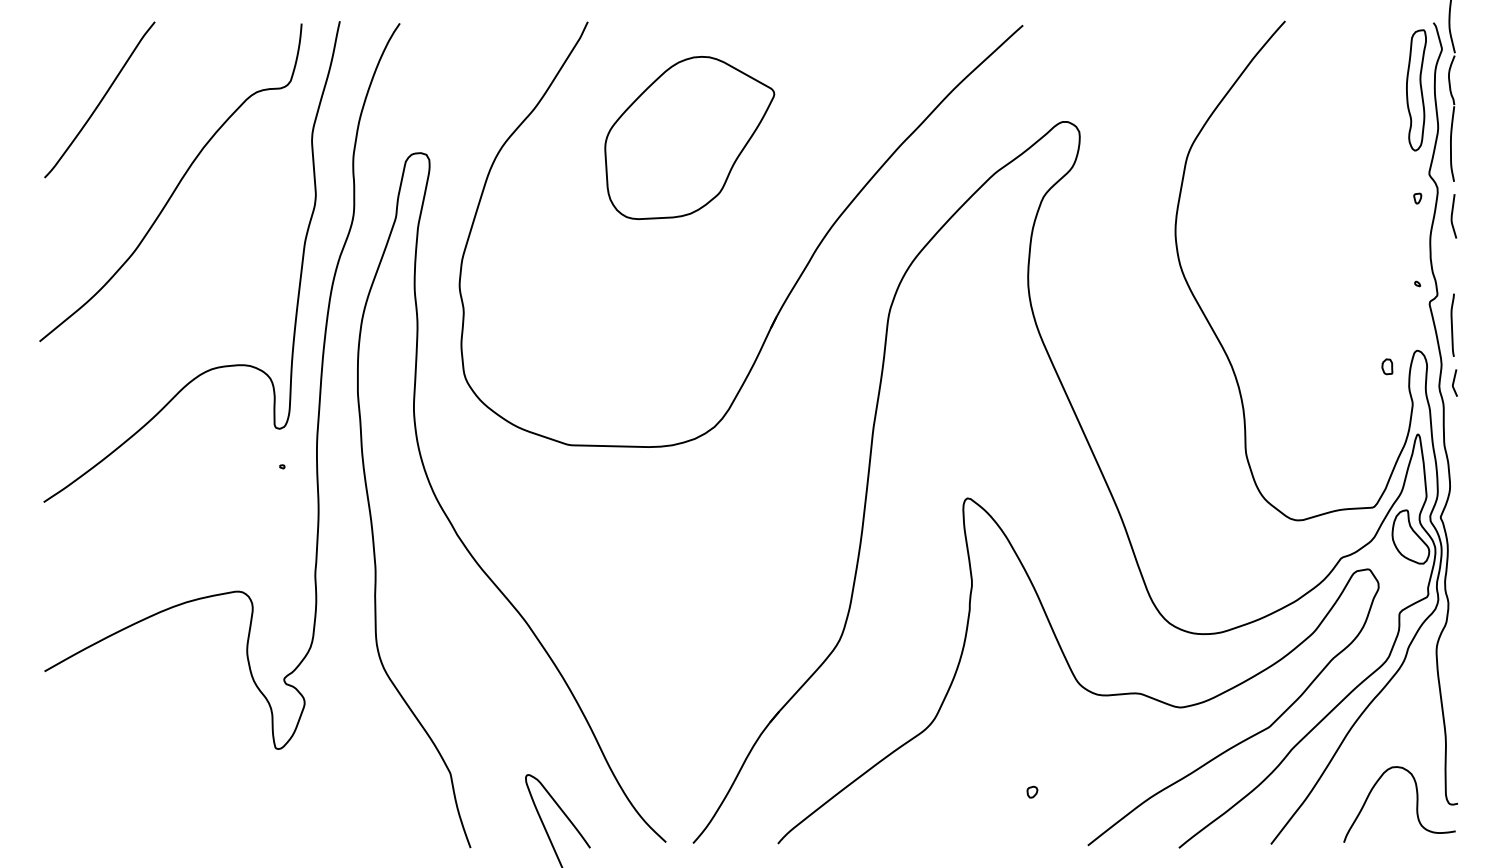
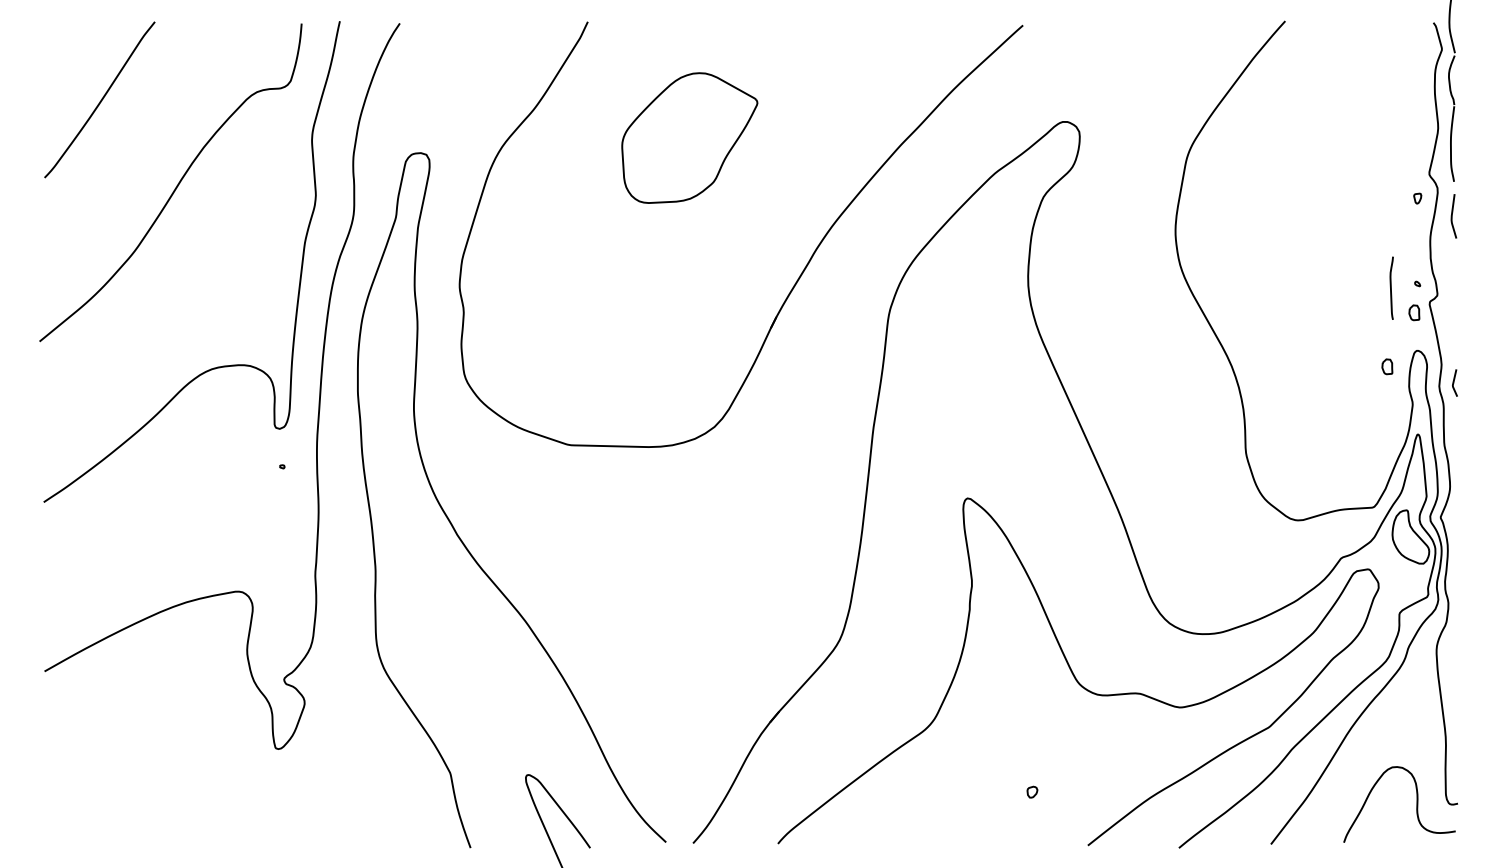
part at (1416, 90): present -> none
part at (689, 138) size: 172x165 px -> 138x132 px
part at (1414, 312): none -> present
curve at (1452, 324) position: (1452, 324) -> (1391, 287)
